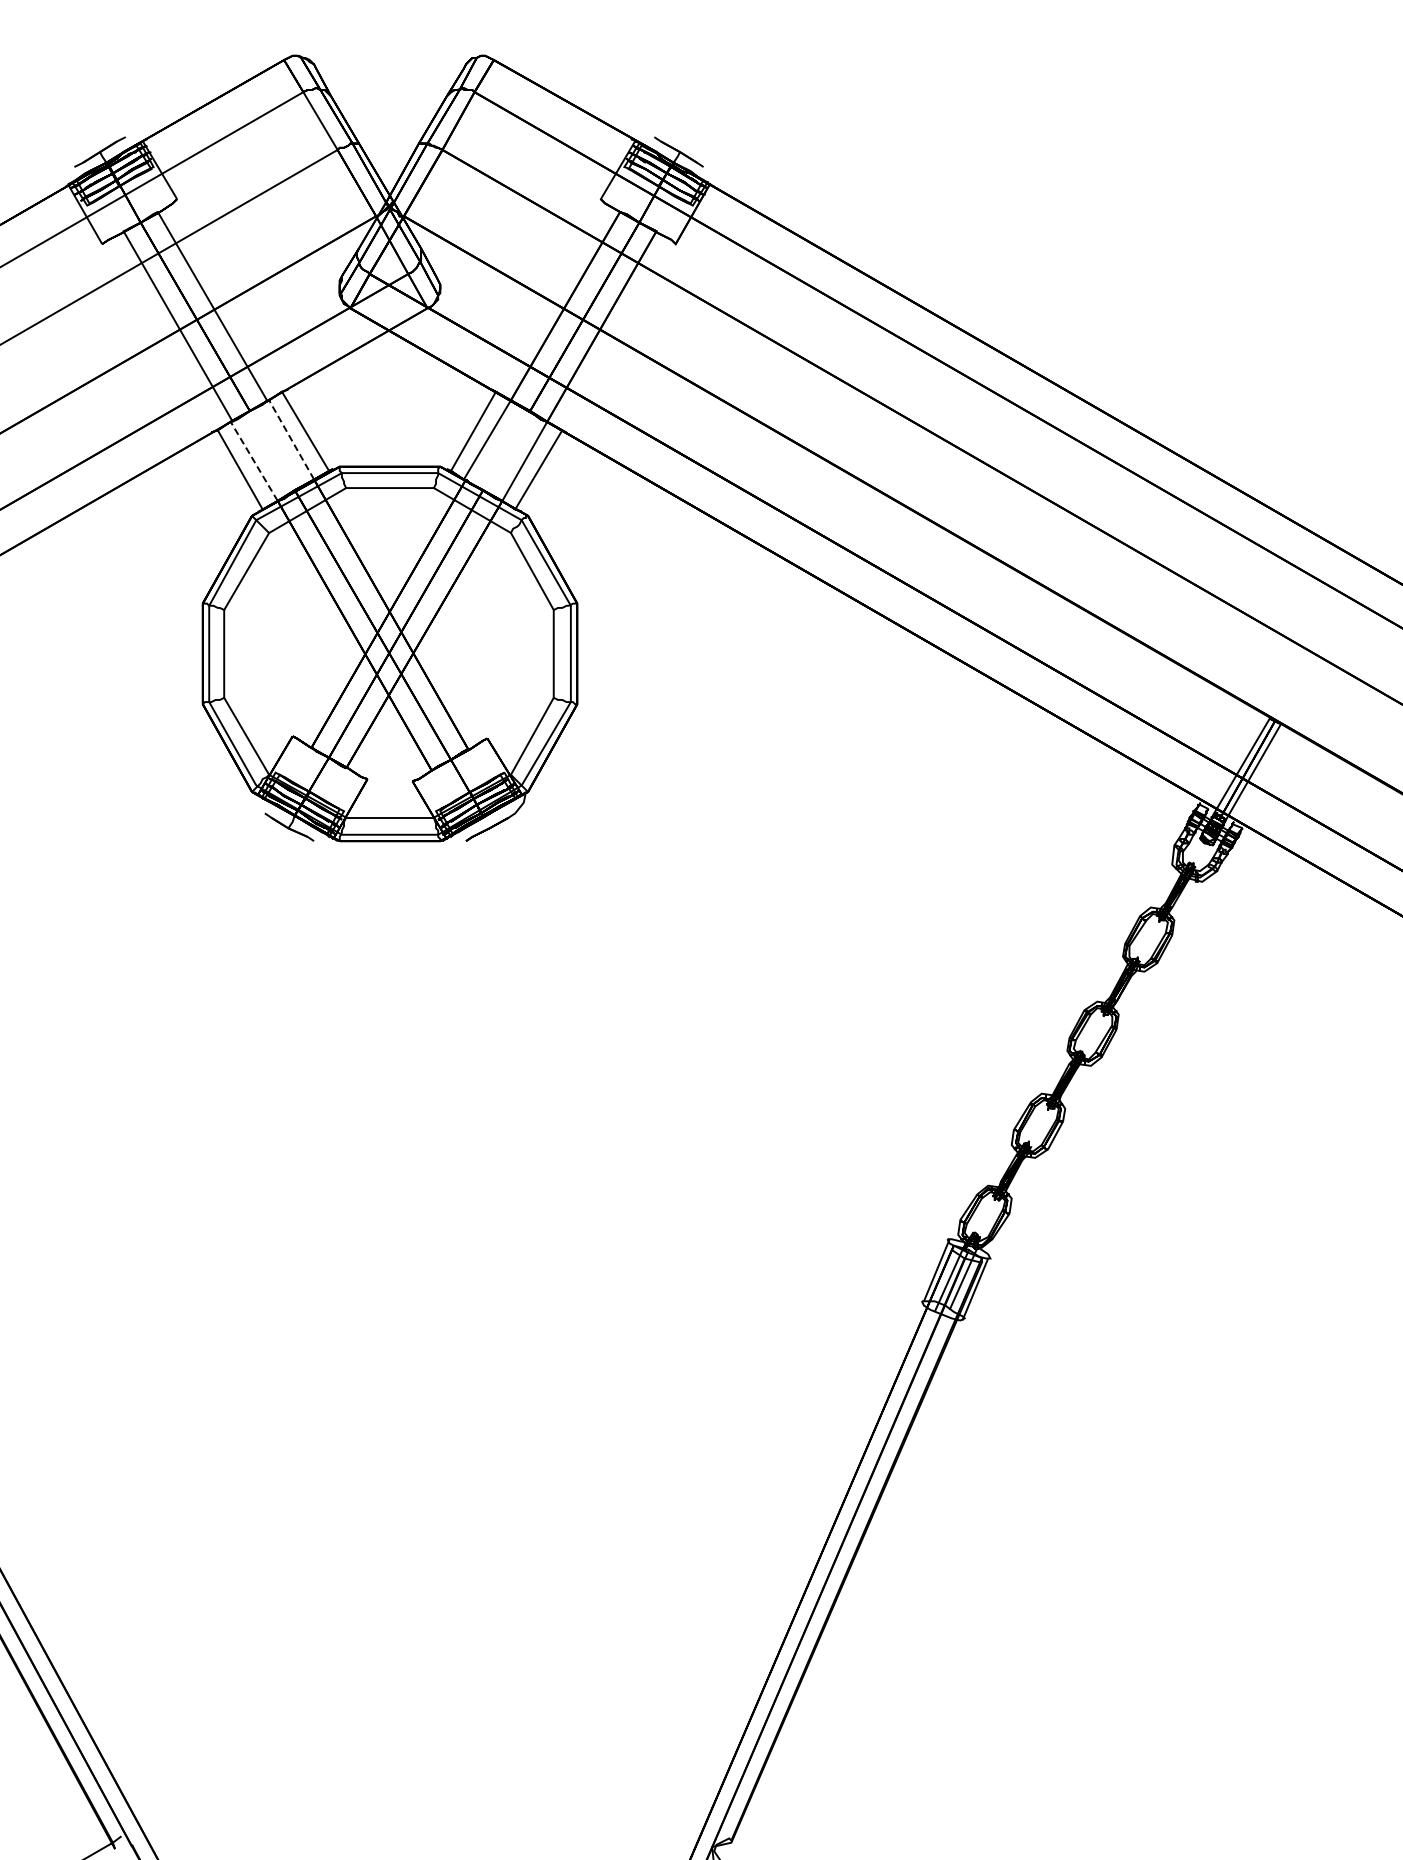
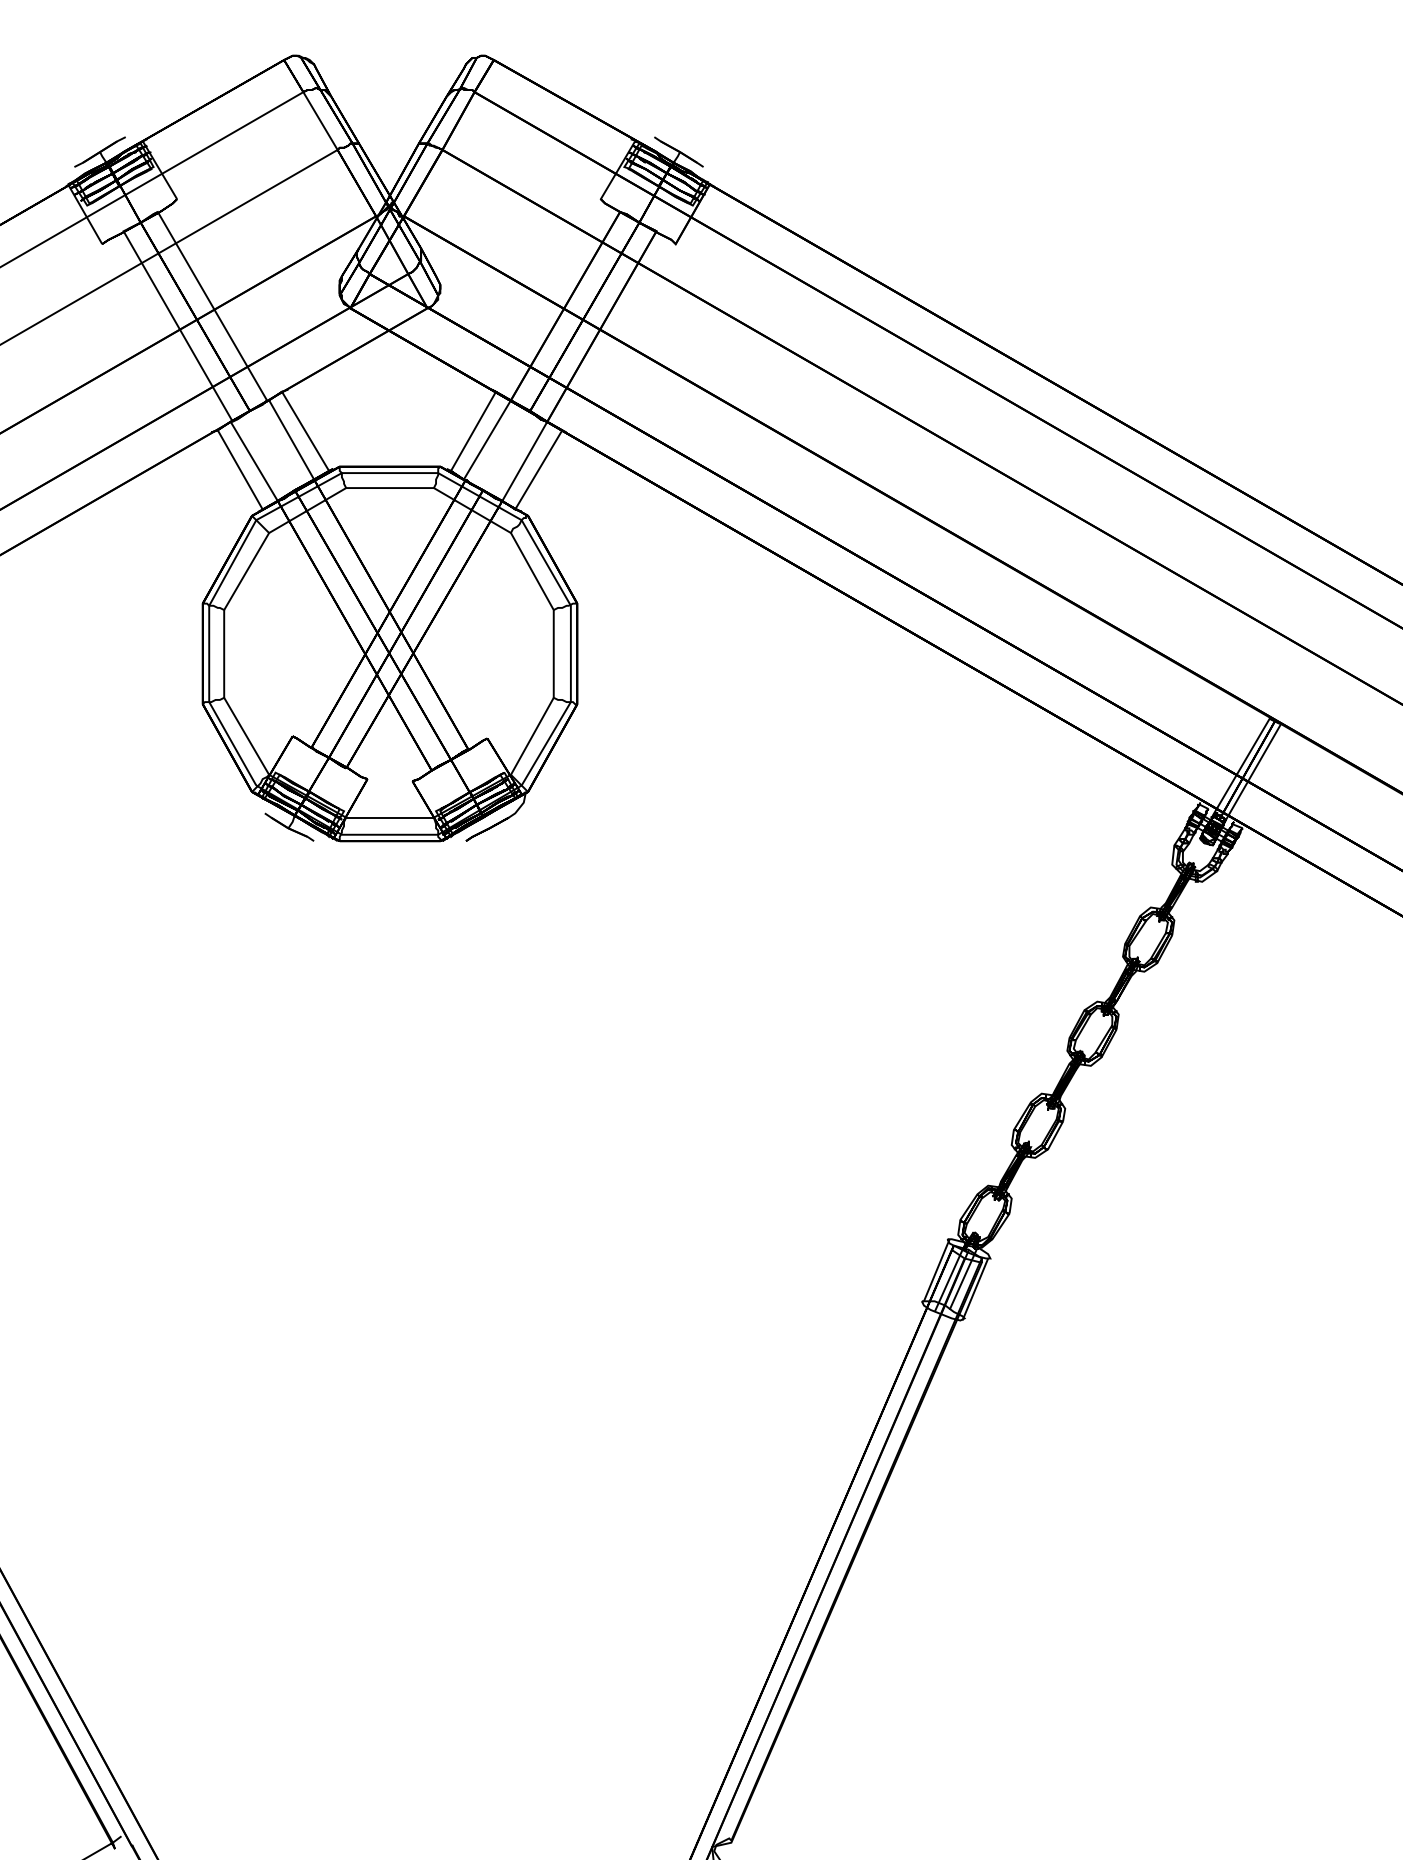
line at (291, 439): dashed -> solid
line at (253, 460): dashed -> solid
